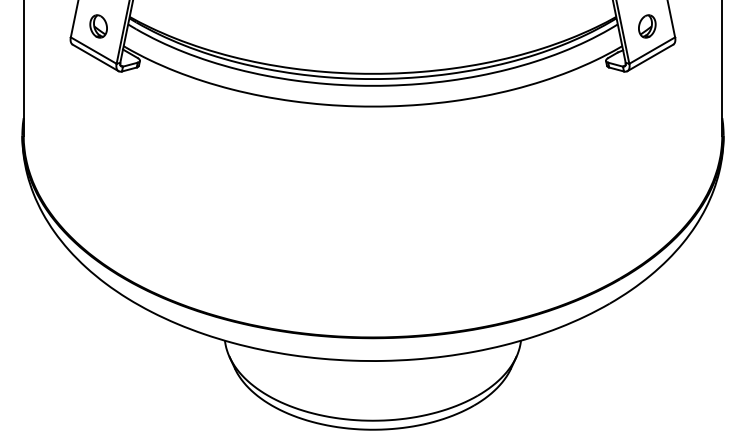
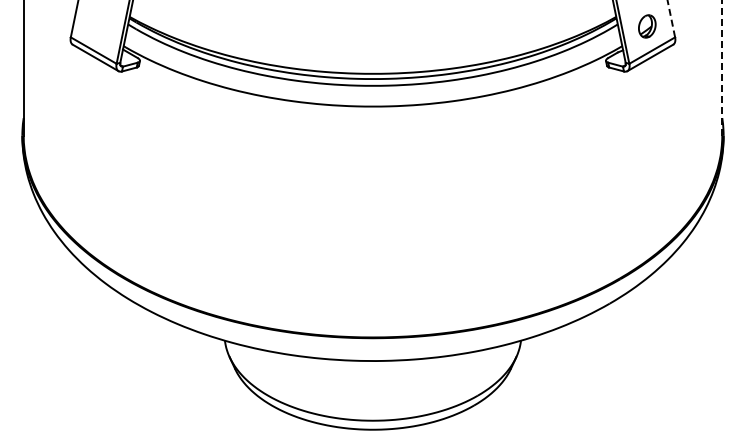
line at (671, 18): solid -> dashed
part at (98, 26): present -> none
line at (722, 67): solid -> dashed
